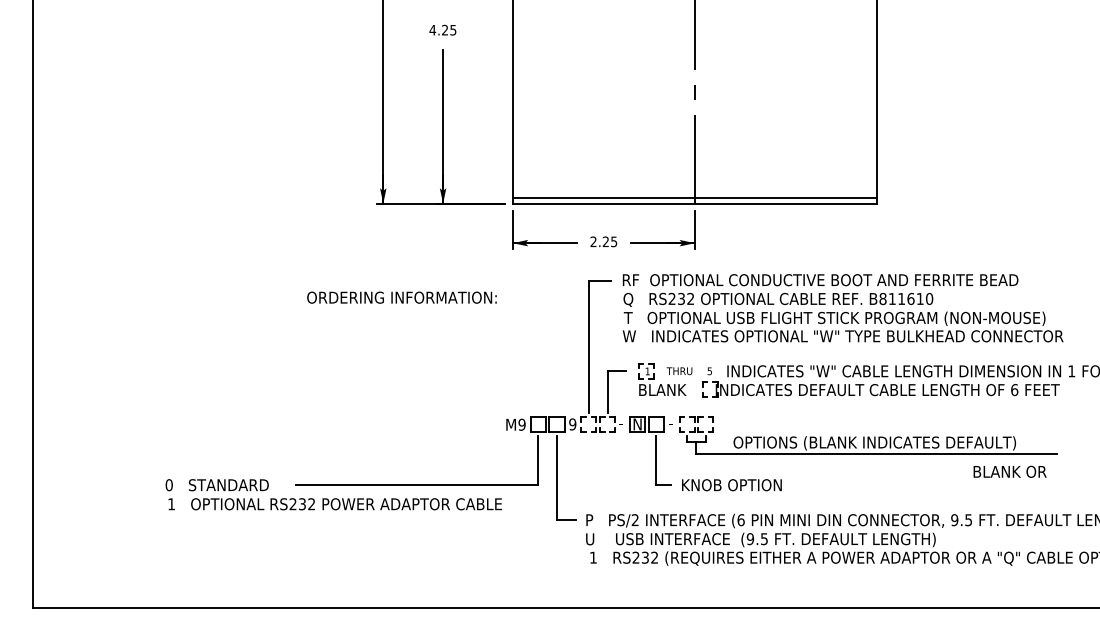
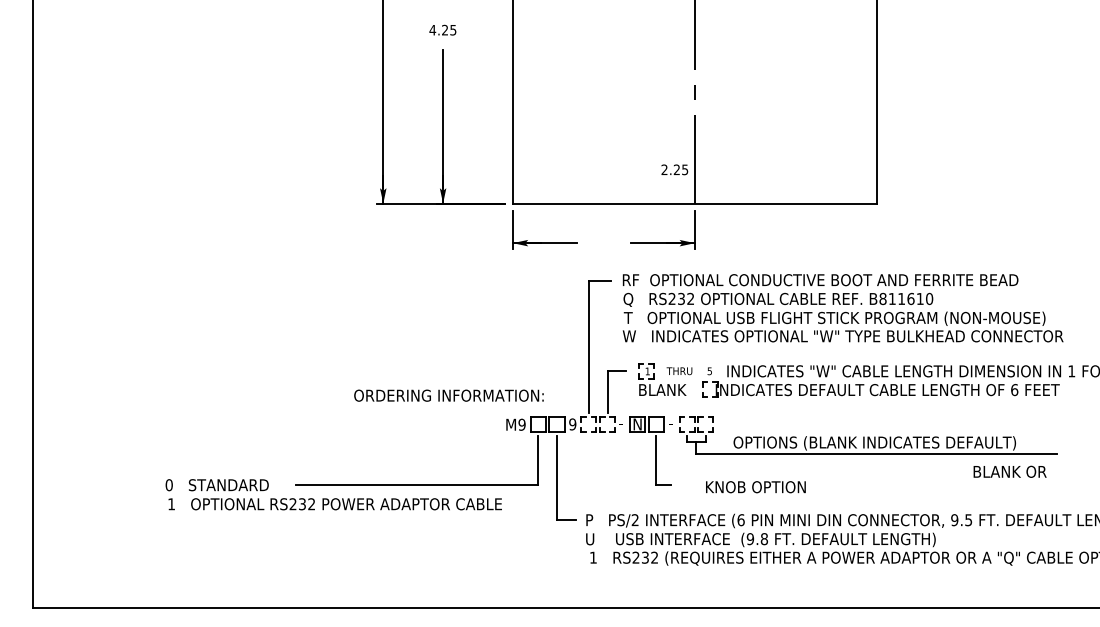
line at (694, 197): present -> none
text at (603, 241) position: (603, 241) -> (674, 169)
text at (401, 297) position: (401, 297) -> (448, 395)
text at (731, 485) position: (731, 485) -> (755, 487)
text at (763, 539): (9.5 -> (9.8
